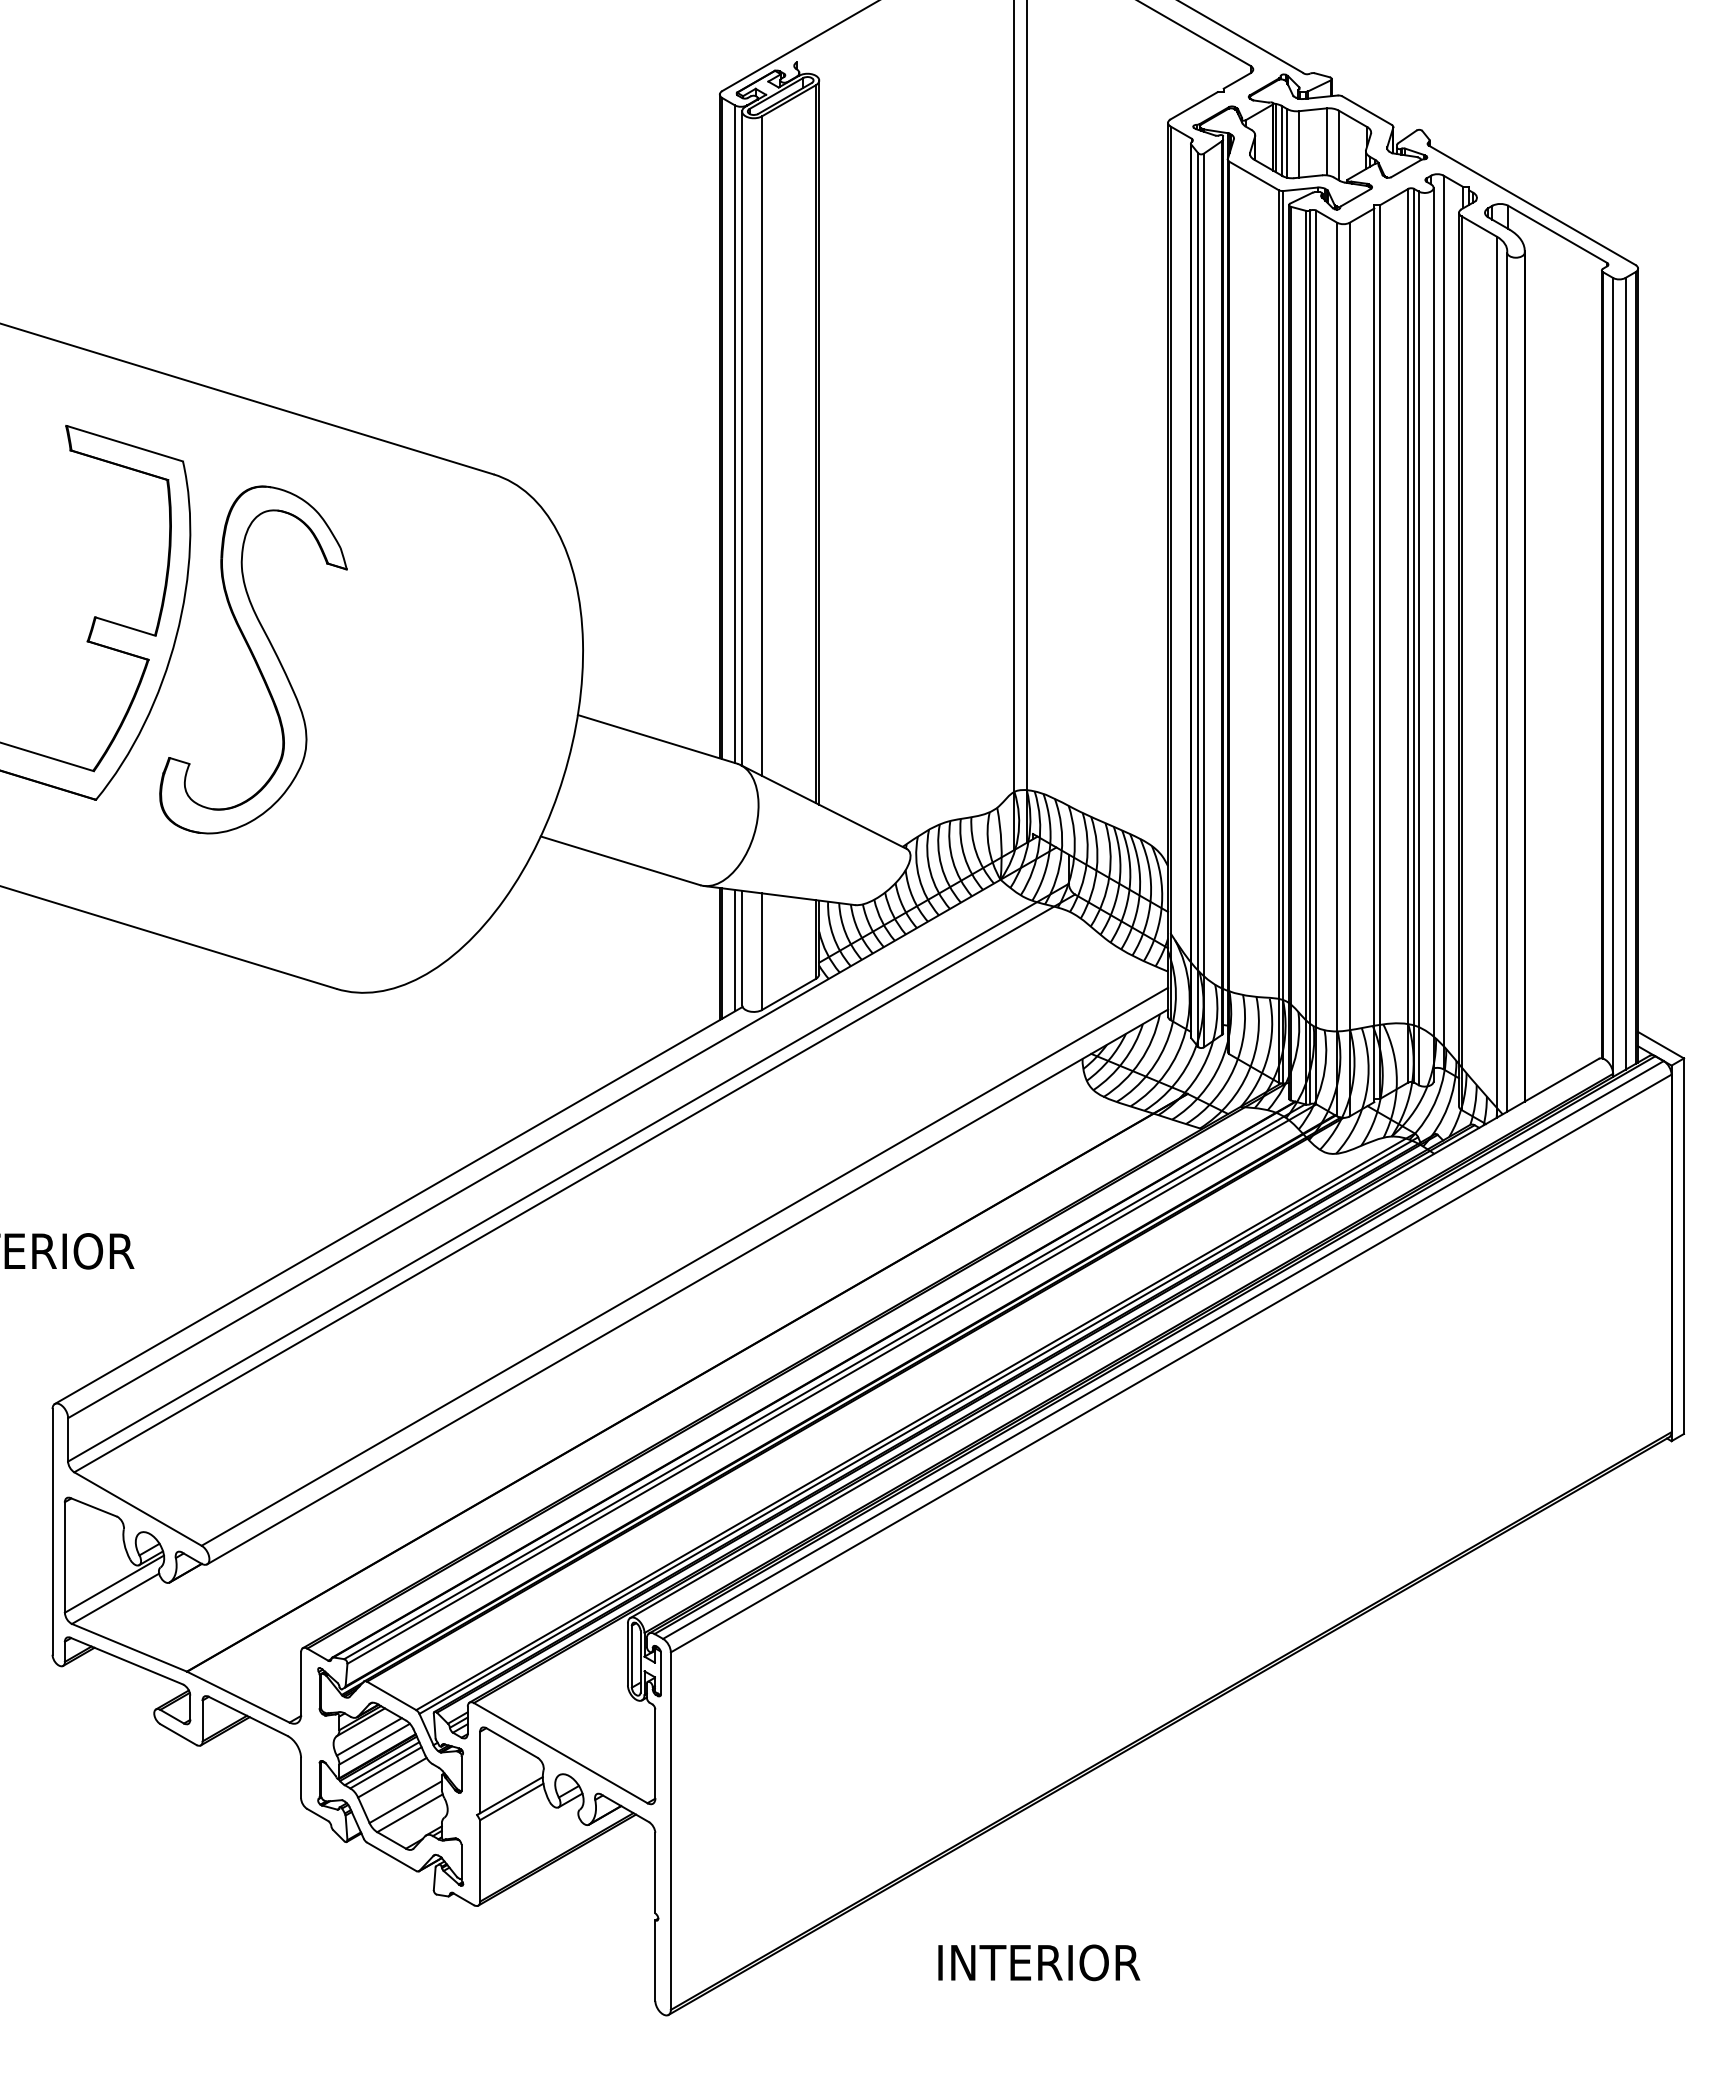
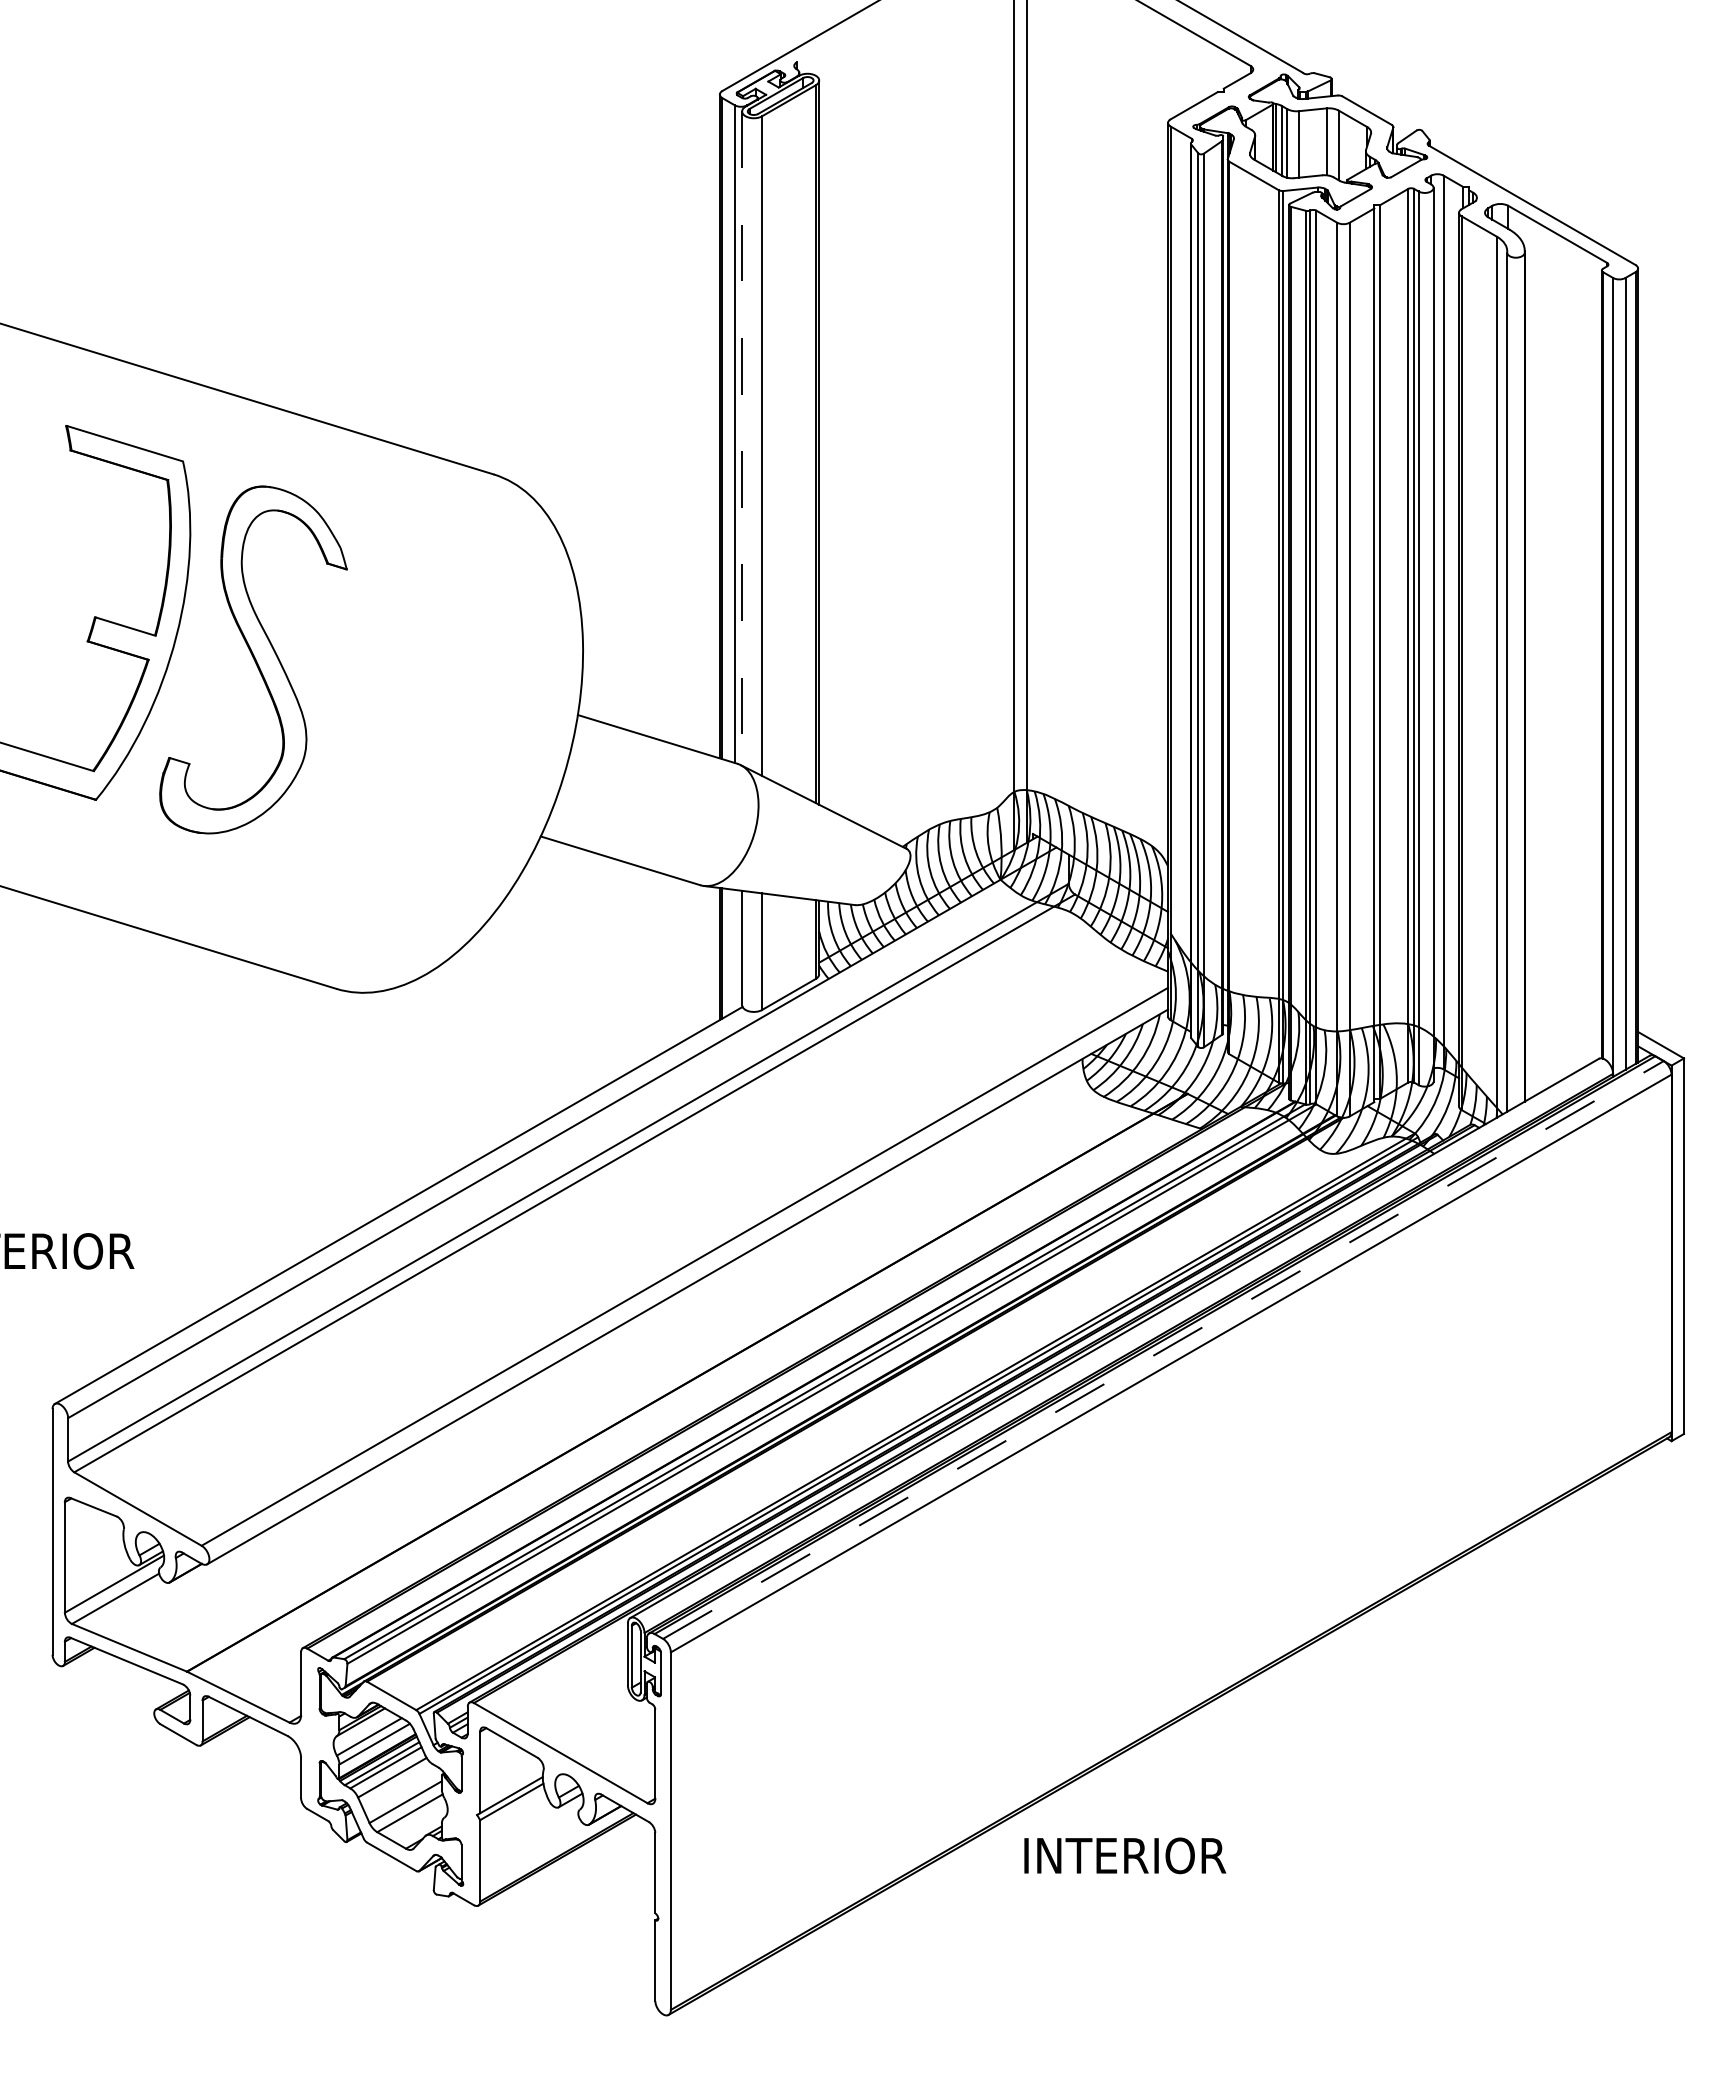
line at (742, 439): solid -> dashed
line at (734, 950): present -> none
line at (1163, 1350): solid -> dashed
text at (1039, 1962) position: (1039, 1962) -> (1125, 1855)
